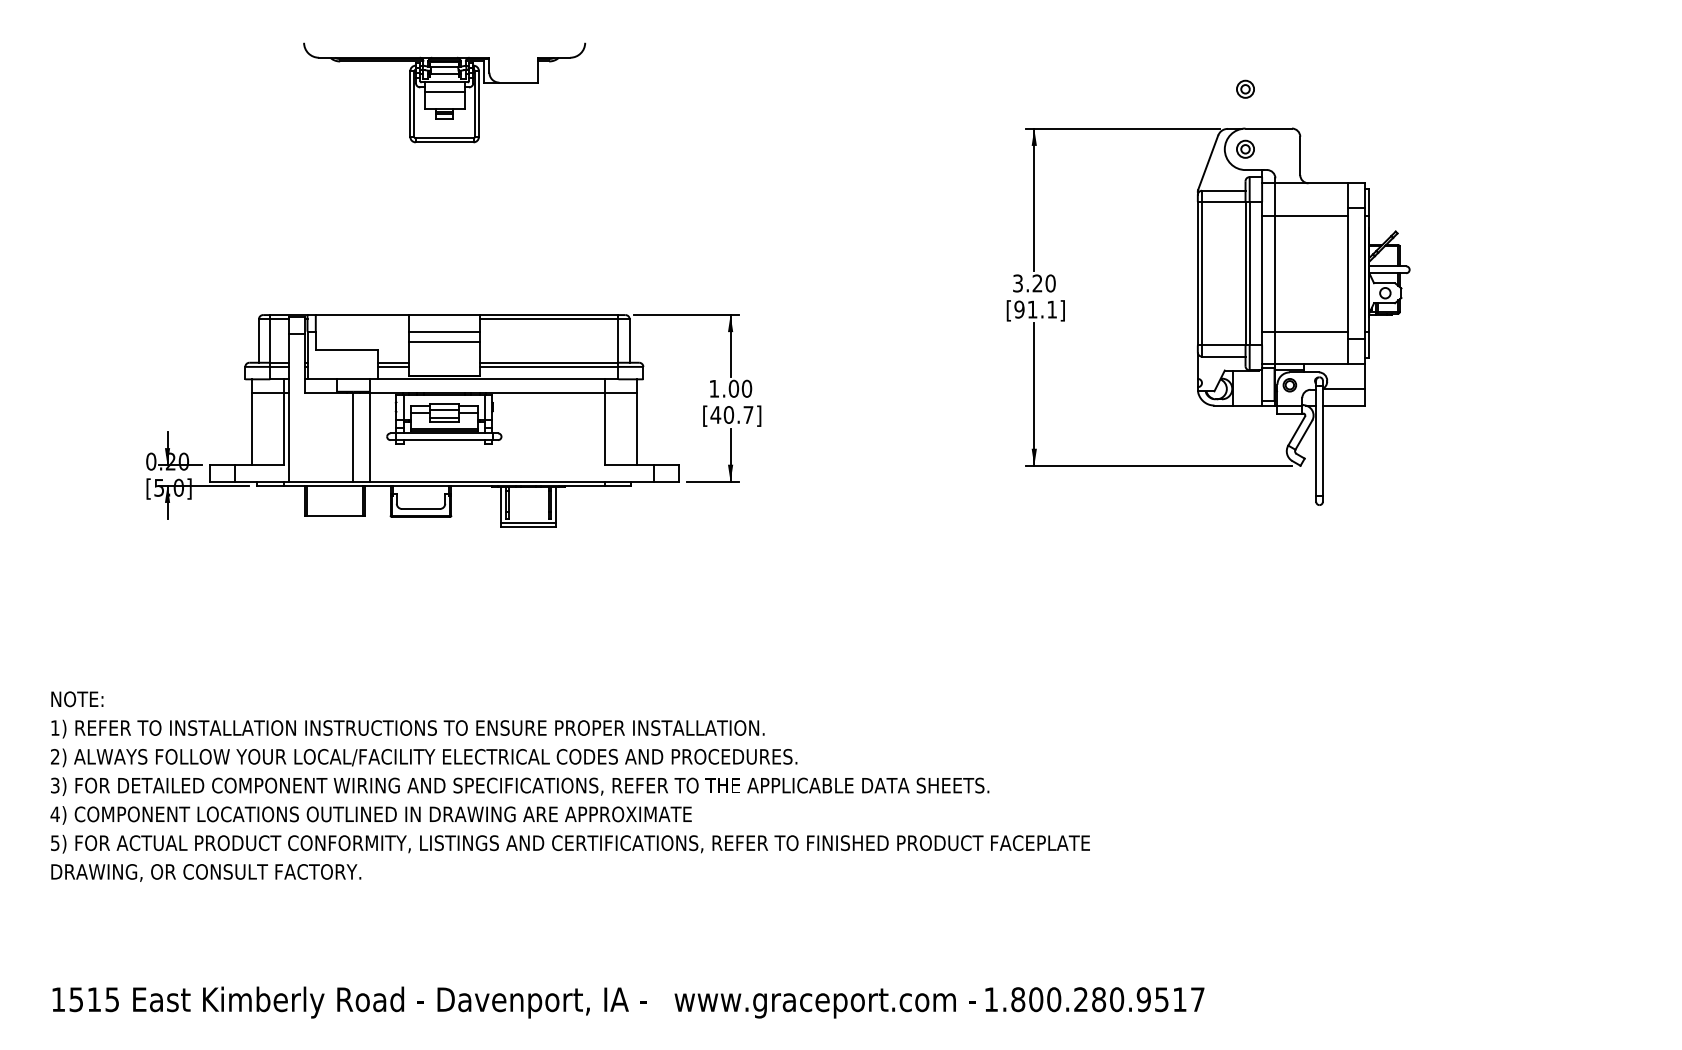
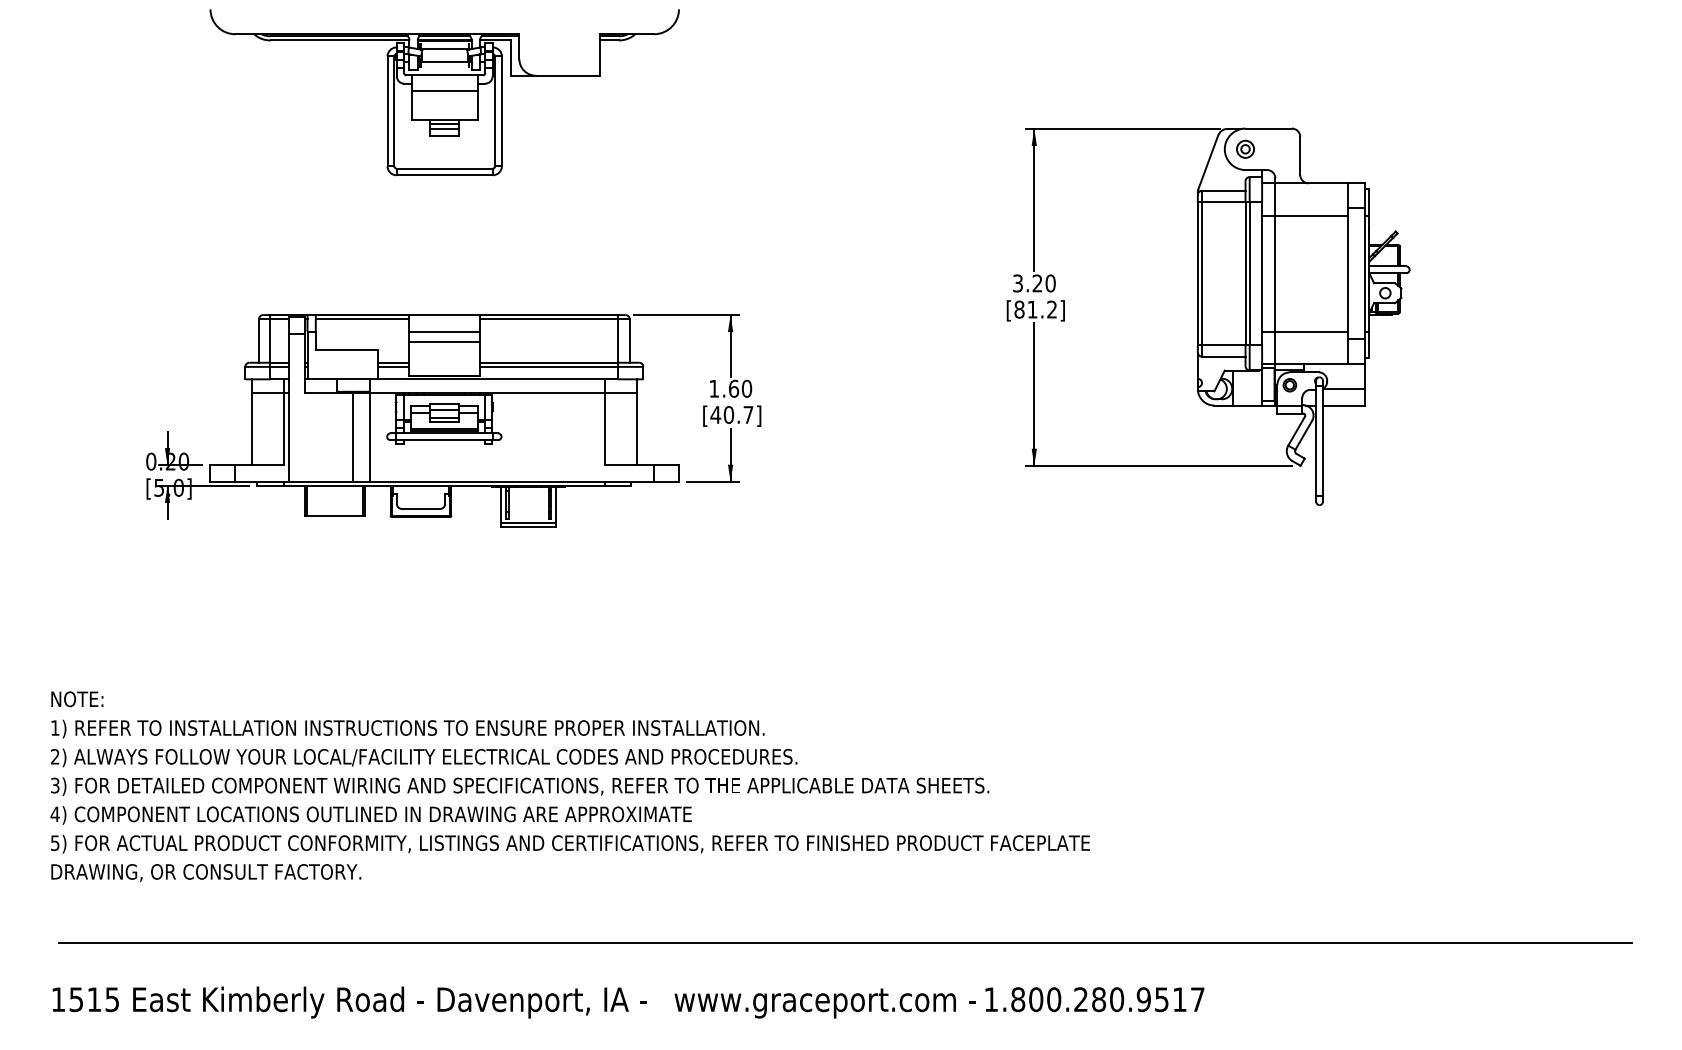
part at (1245, 88): present -> none
part at (444, 92) size: 284x102 px -> 471x168 px
text at (1035, 309): [91.1] -> [81.2]
line at (362, 319): none -> present
text at (733, 388): 1.00 -> 1.60
line at (844, 942): none -> present
